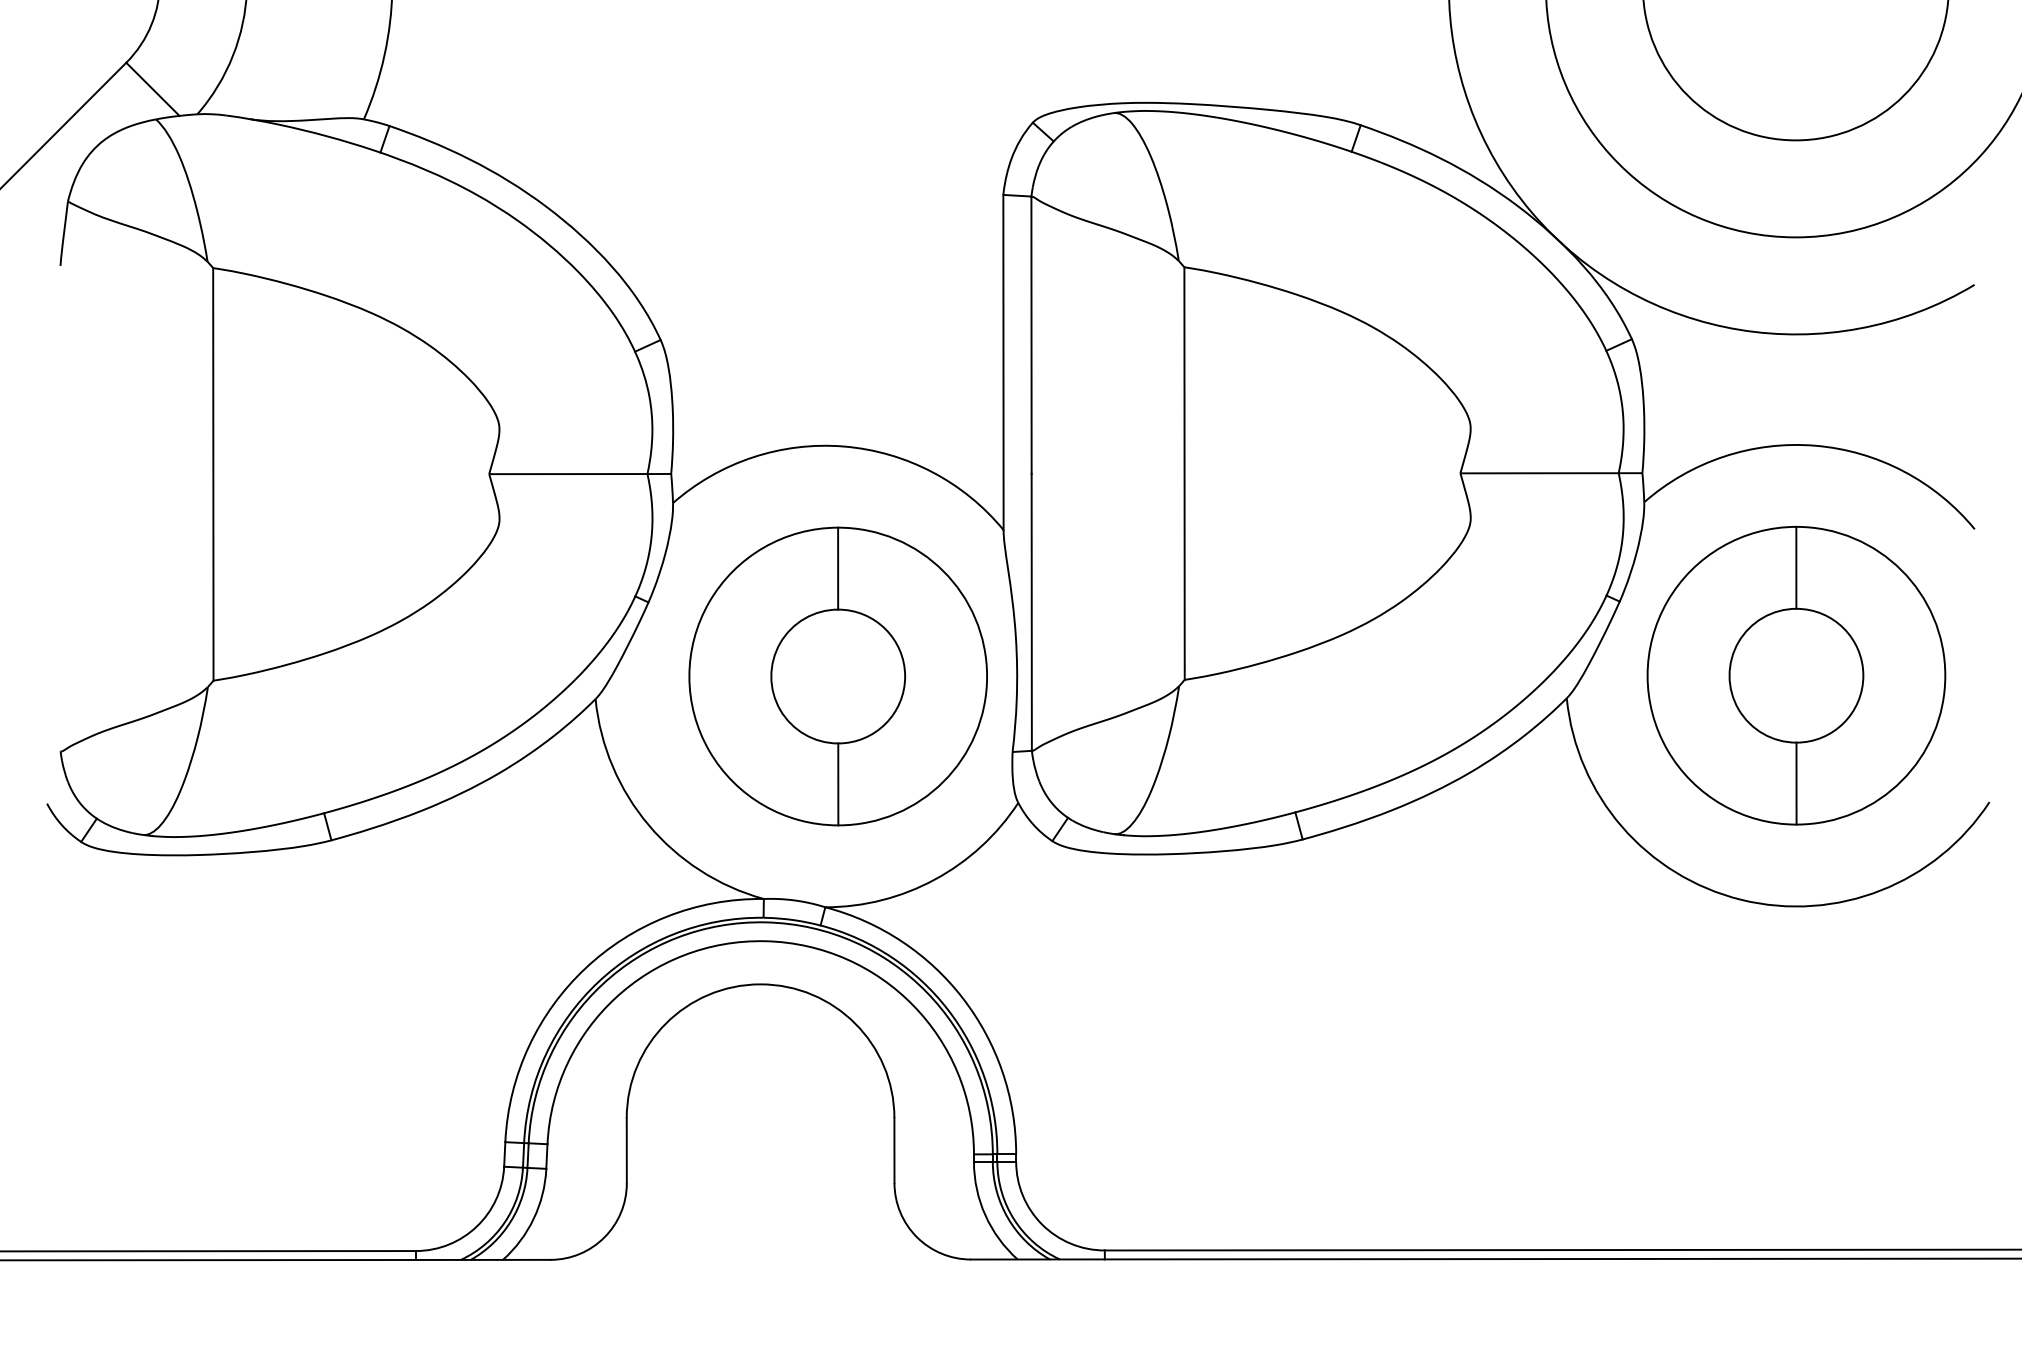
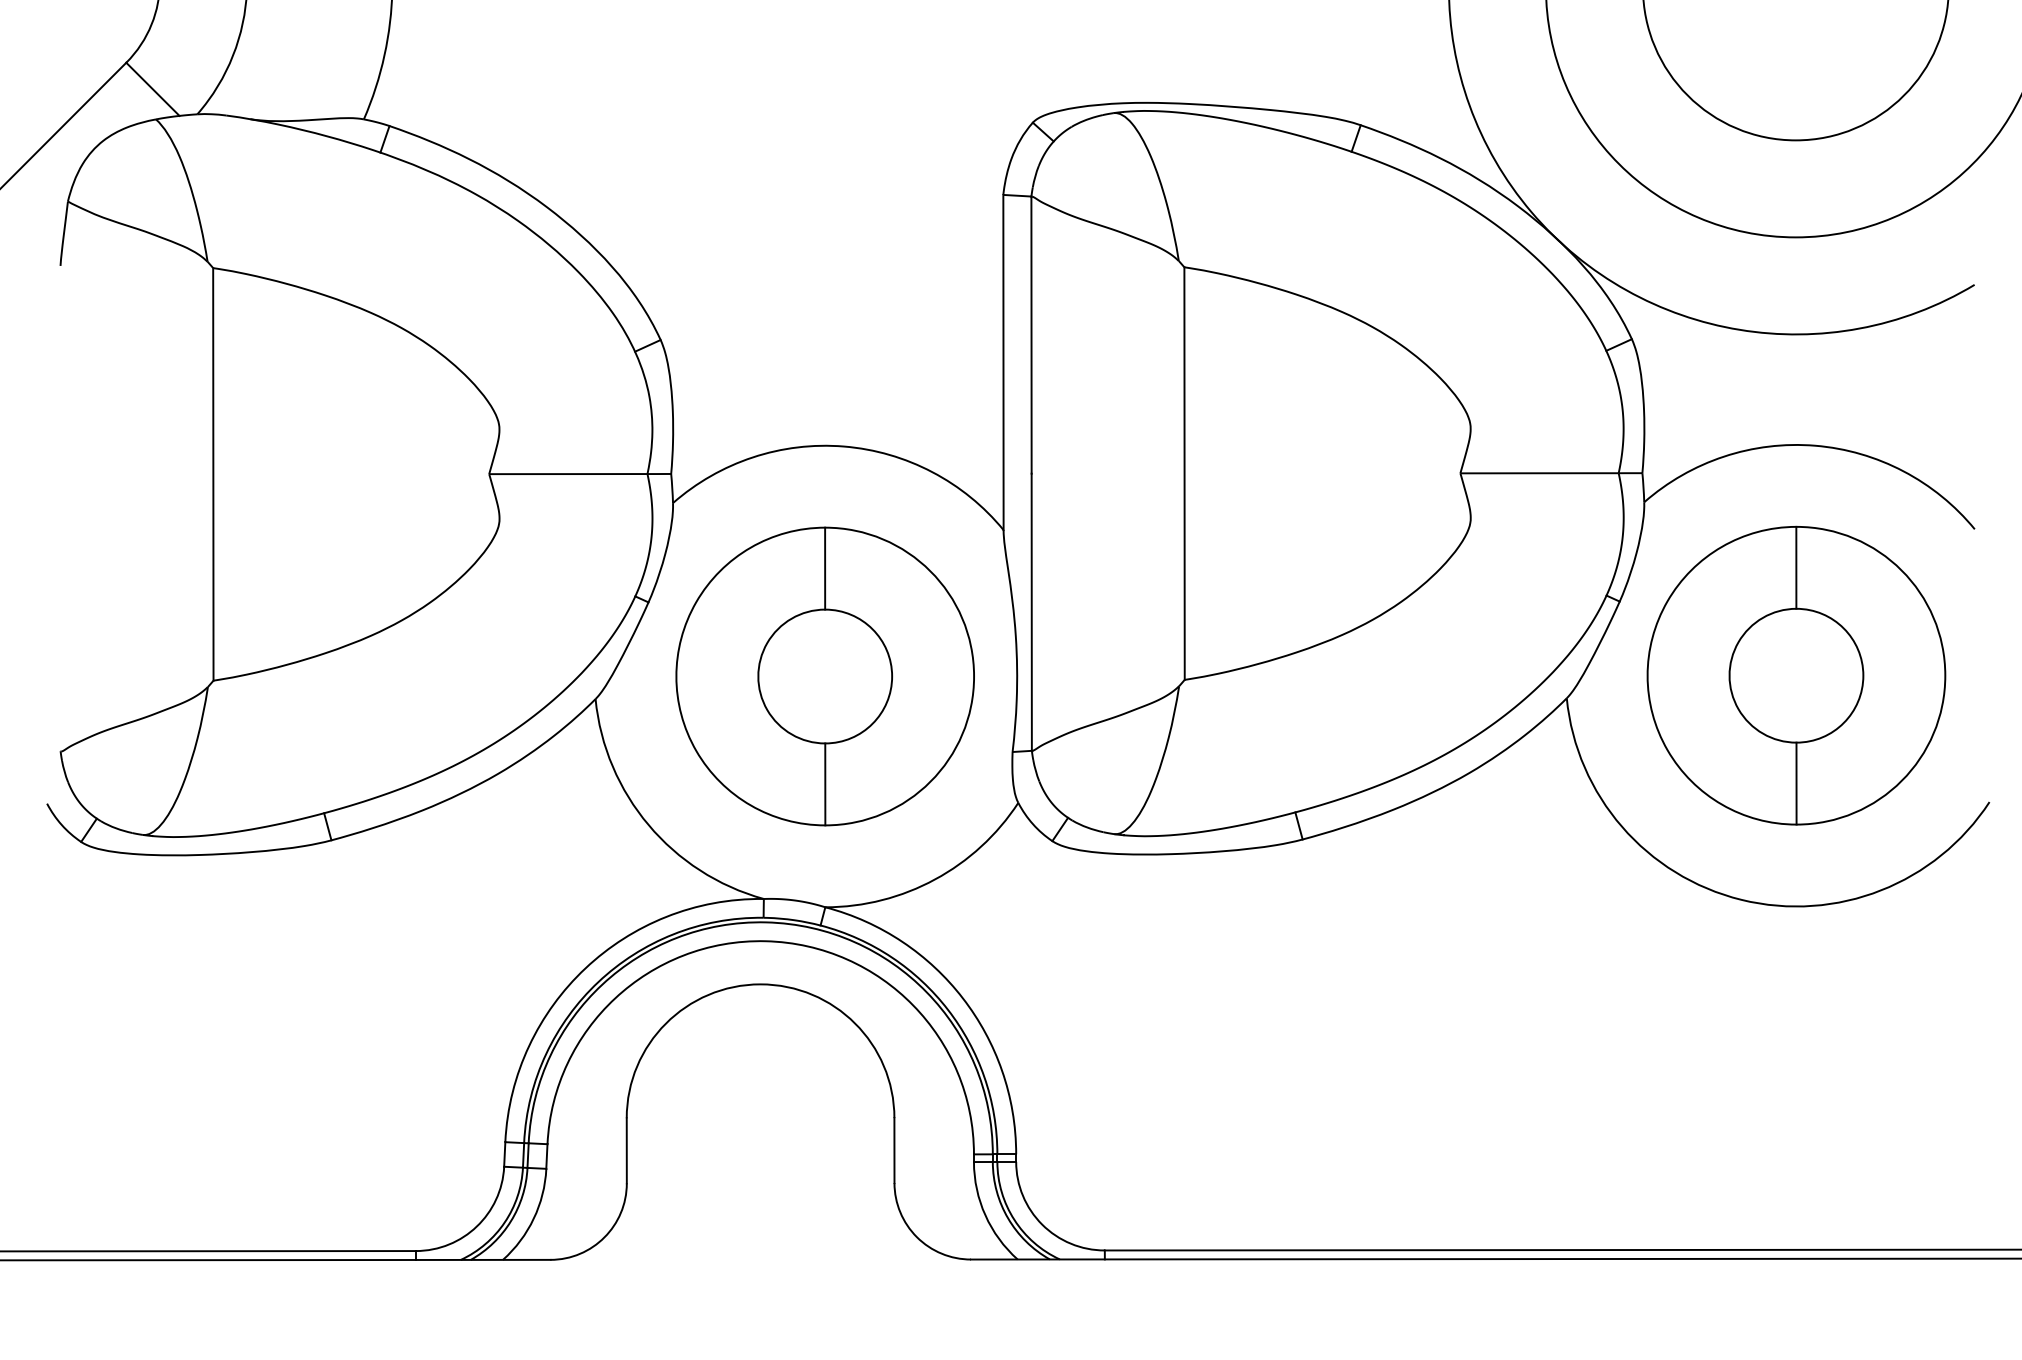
part at (837, 676) position: (837, 676) -> (824, 676)
